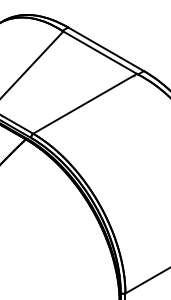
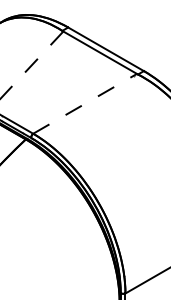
line at (31, 65): solid -> dashed
line at (85, 103): solid -> dashed
